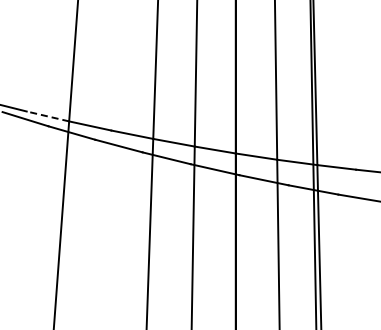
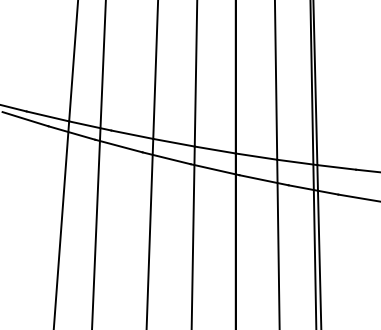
line at (47, 116): dashed -> solid
line at (98, 164): none -> present
